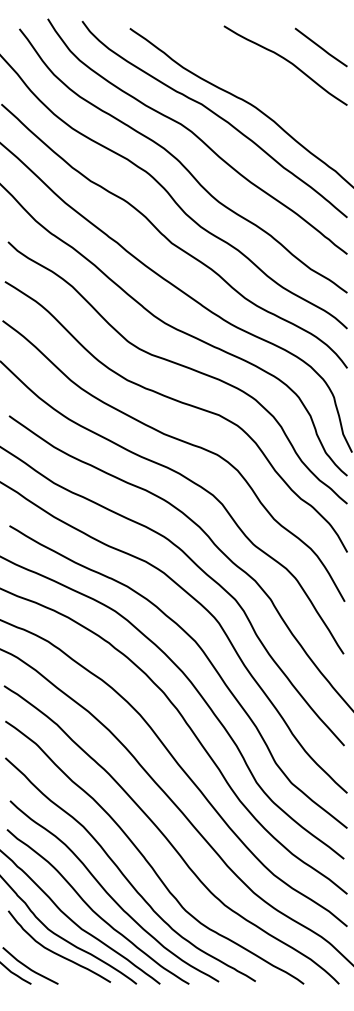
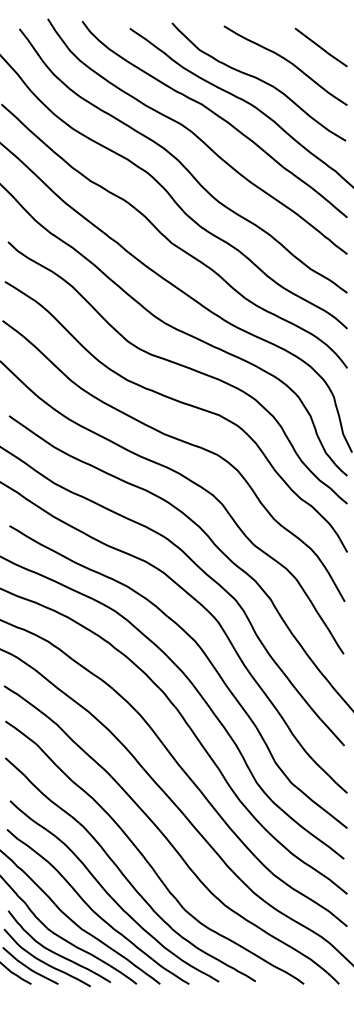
curve at (258, 80): none -> present
curve at (44, 961): none -> present
